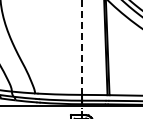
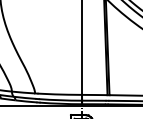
line at (82, 47): dashed -> solid
